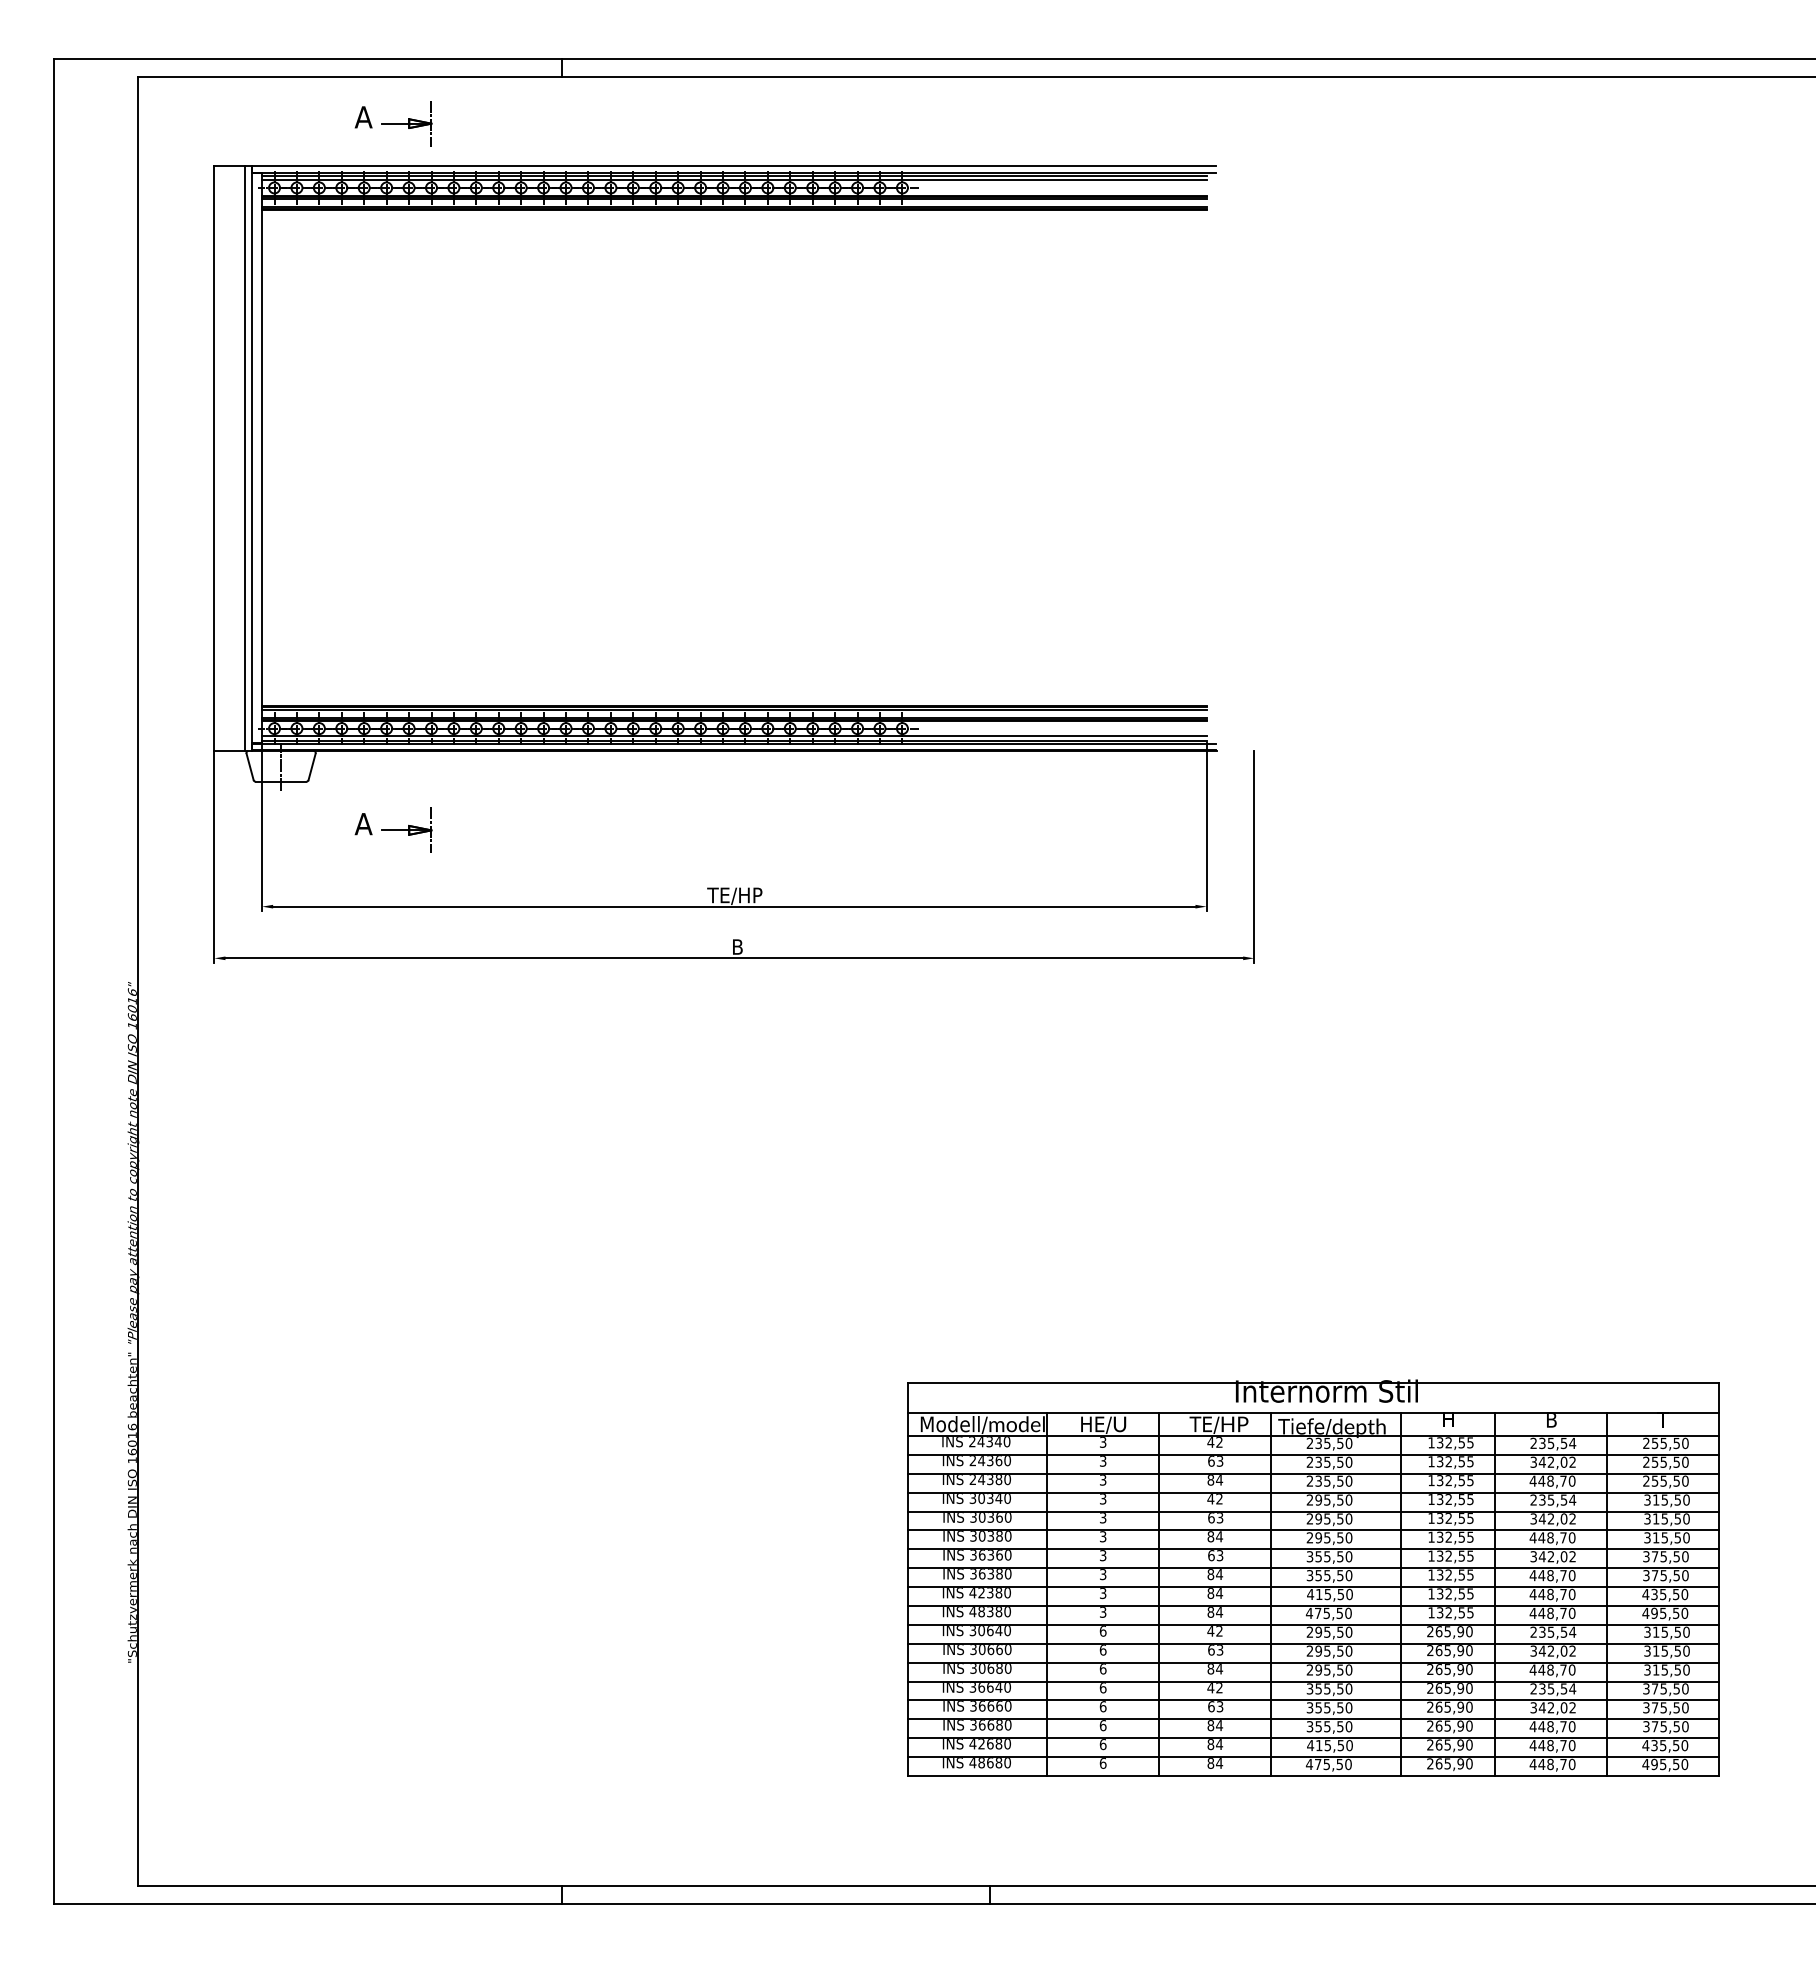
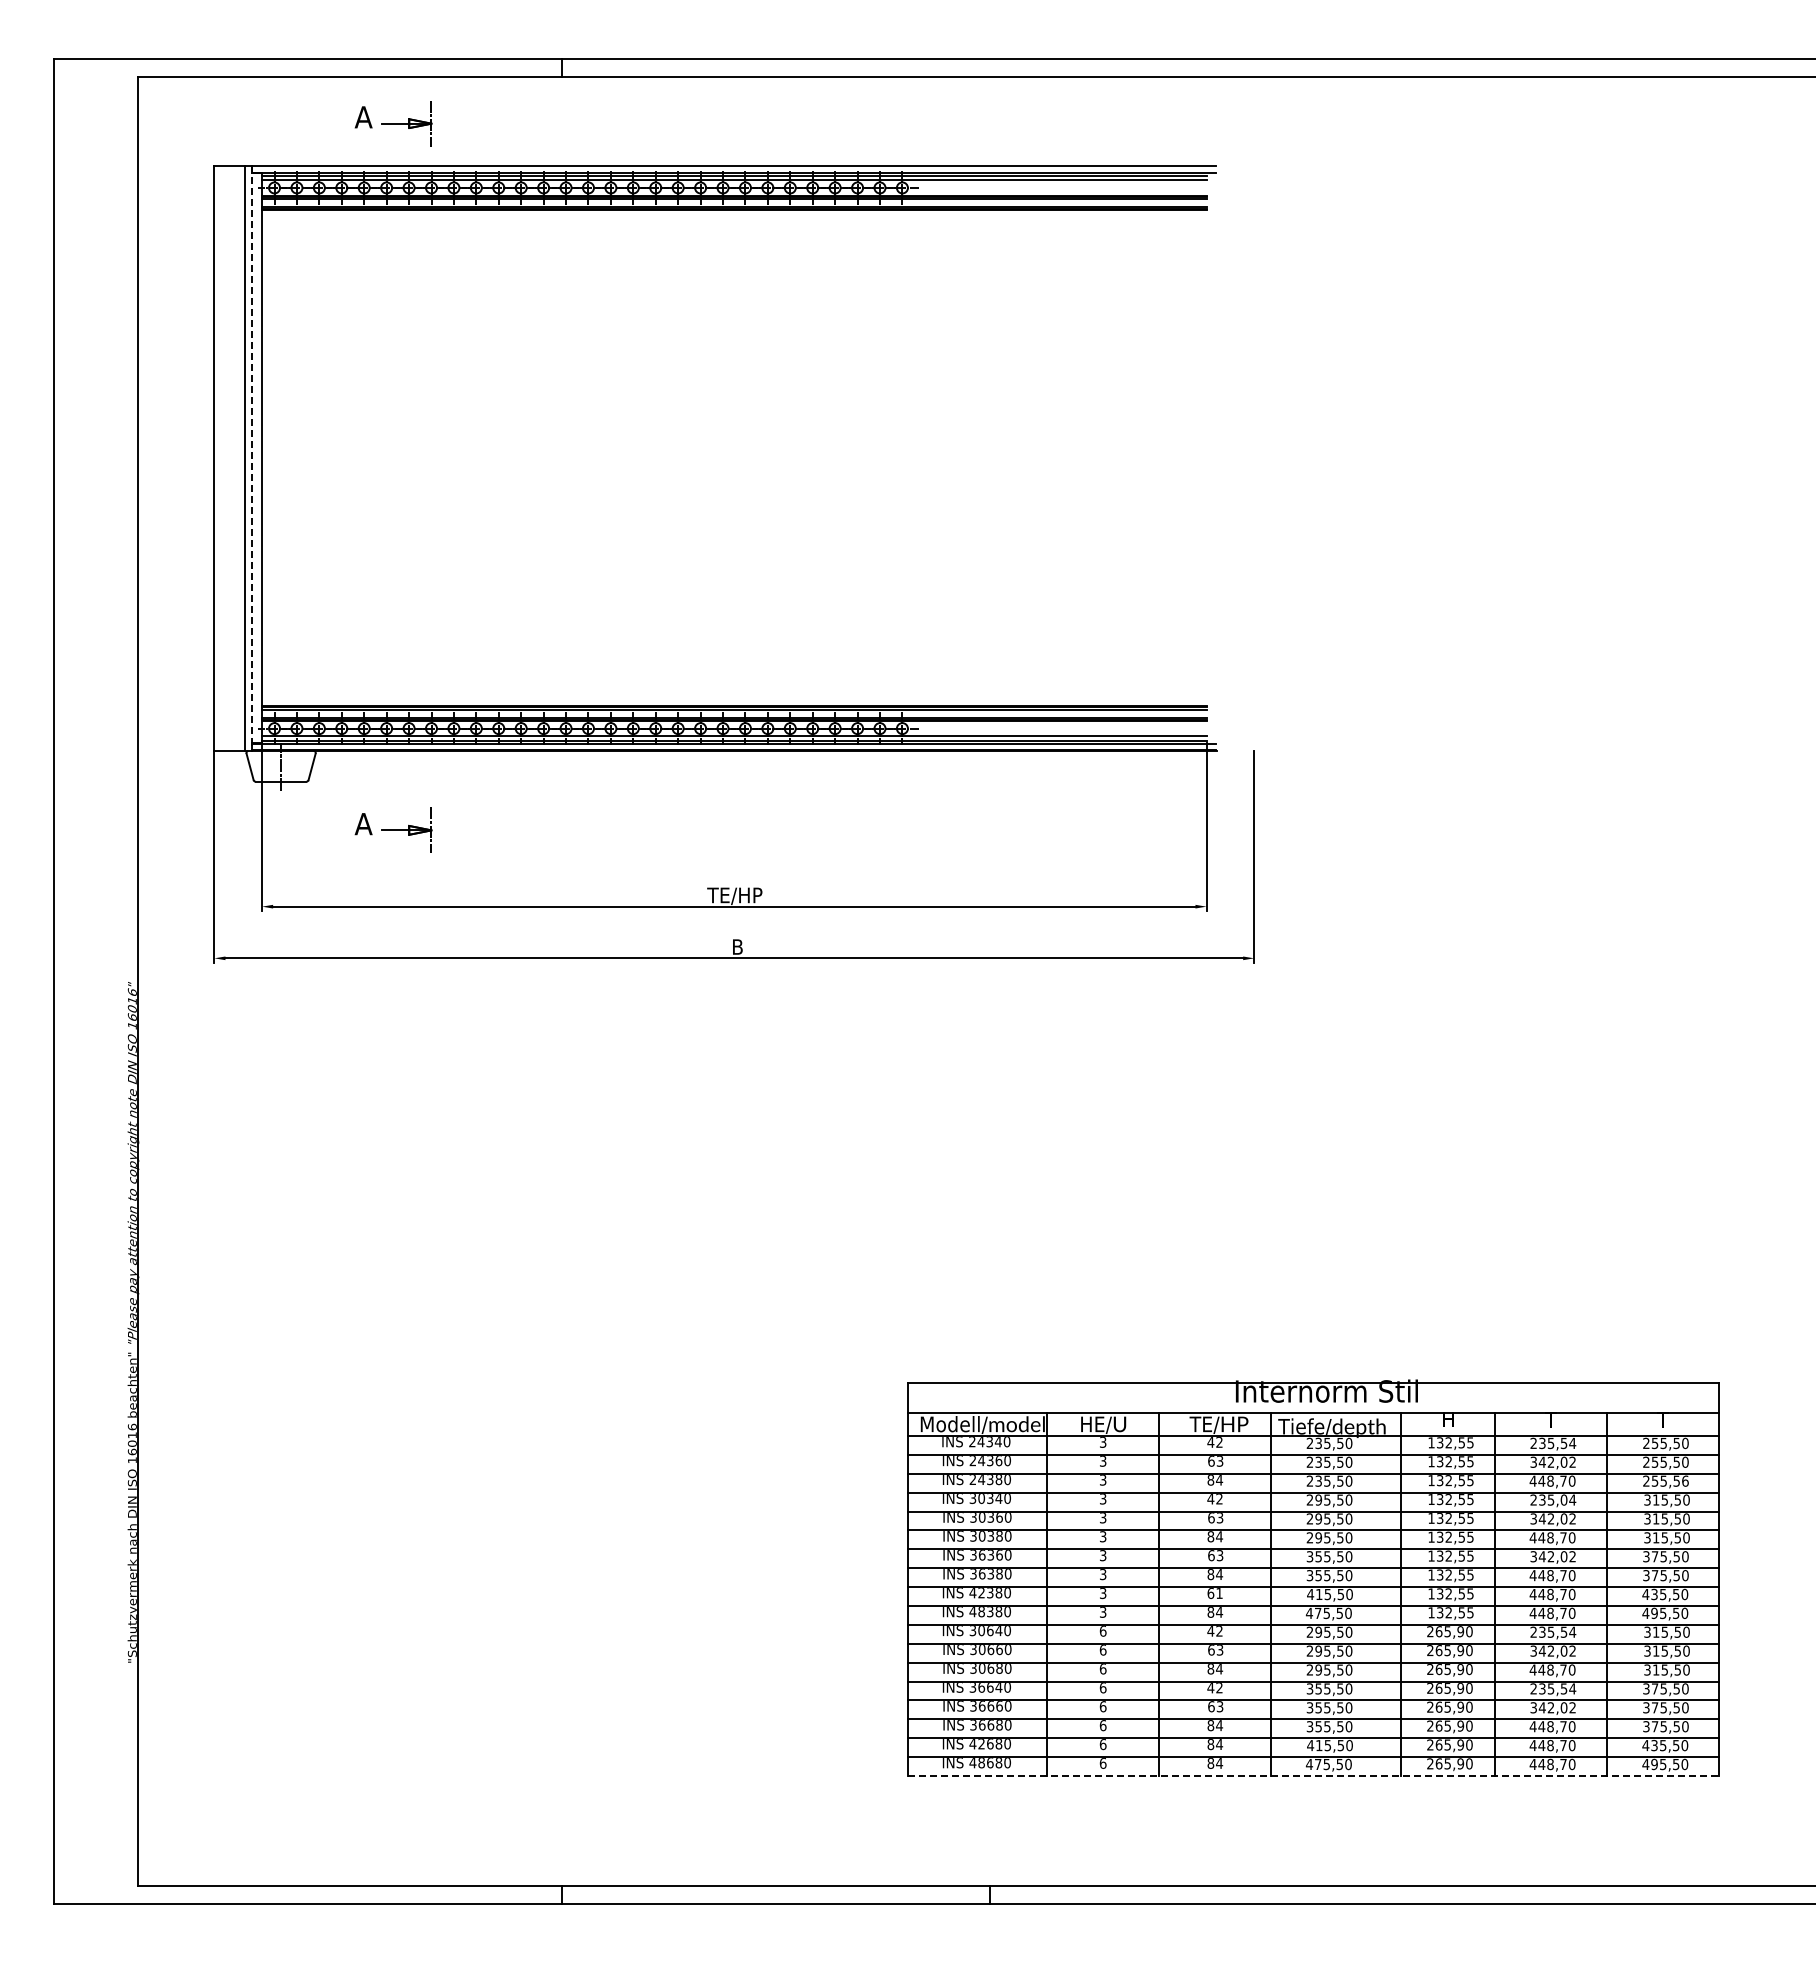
line at (251, 458): solid -> dashed
text at (1551, 1420): B -> T
text at (1685, 1480): 255,50 -> 255,56
text at (1563, 1499): 235,54 -> 235,04
text at (1215, 1593): 84 -> 61
line at (1313, 1775): solid -> dashed
